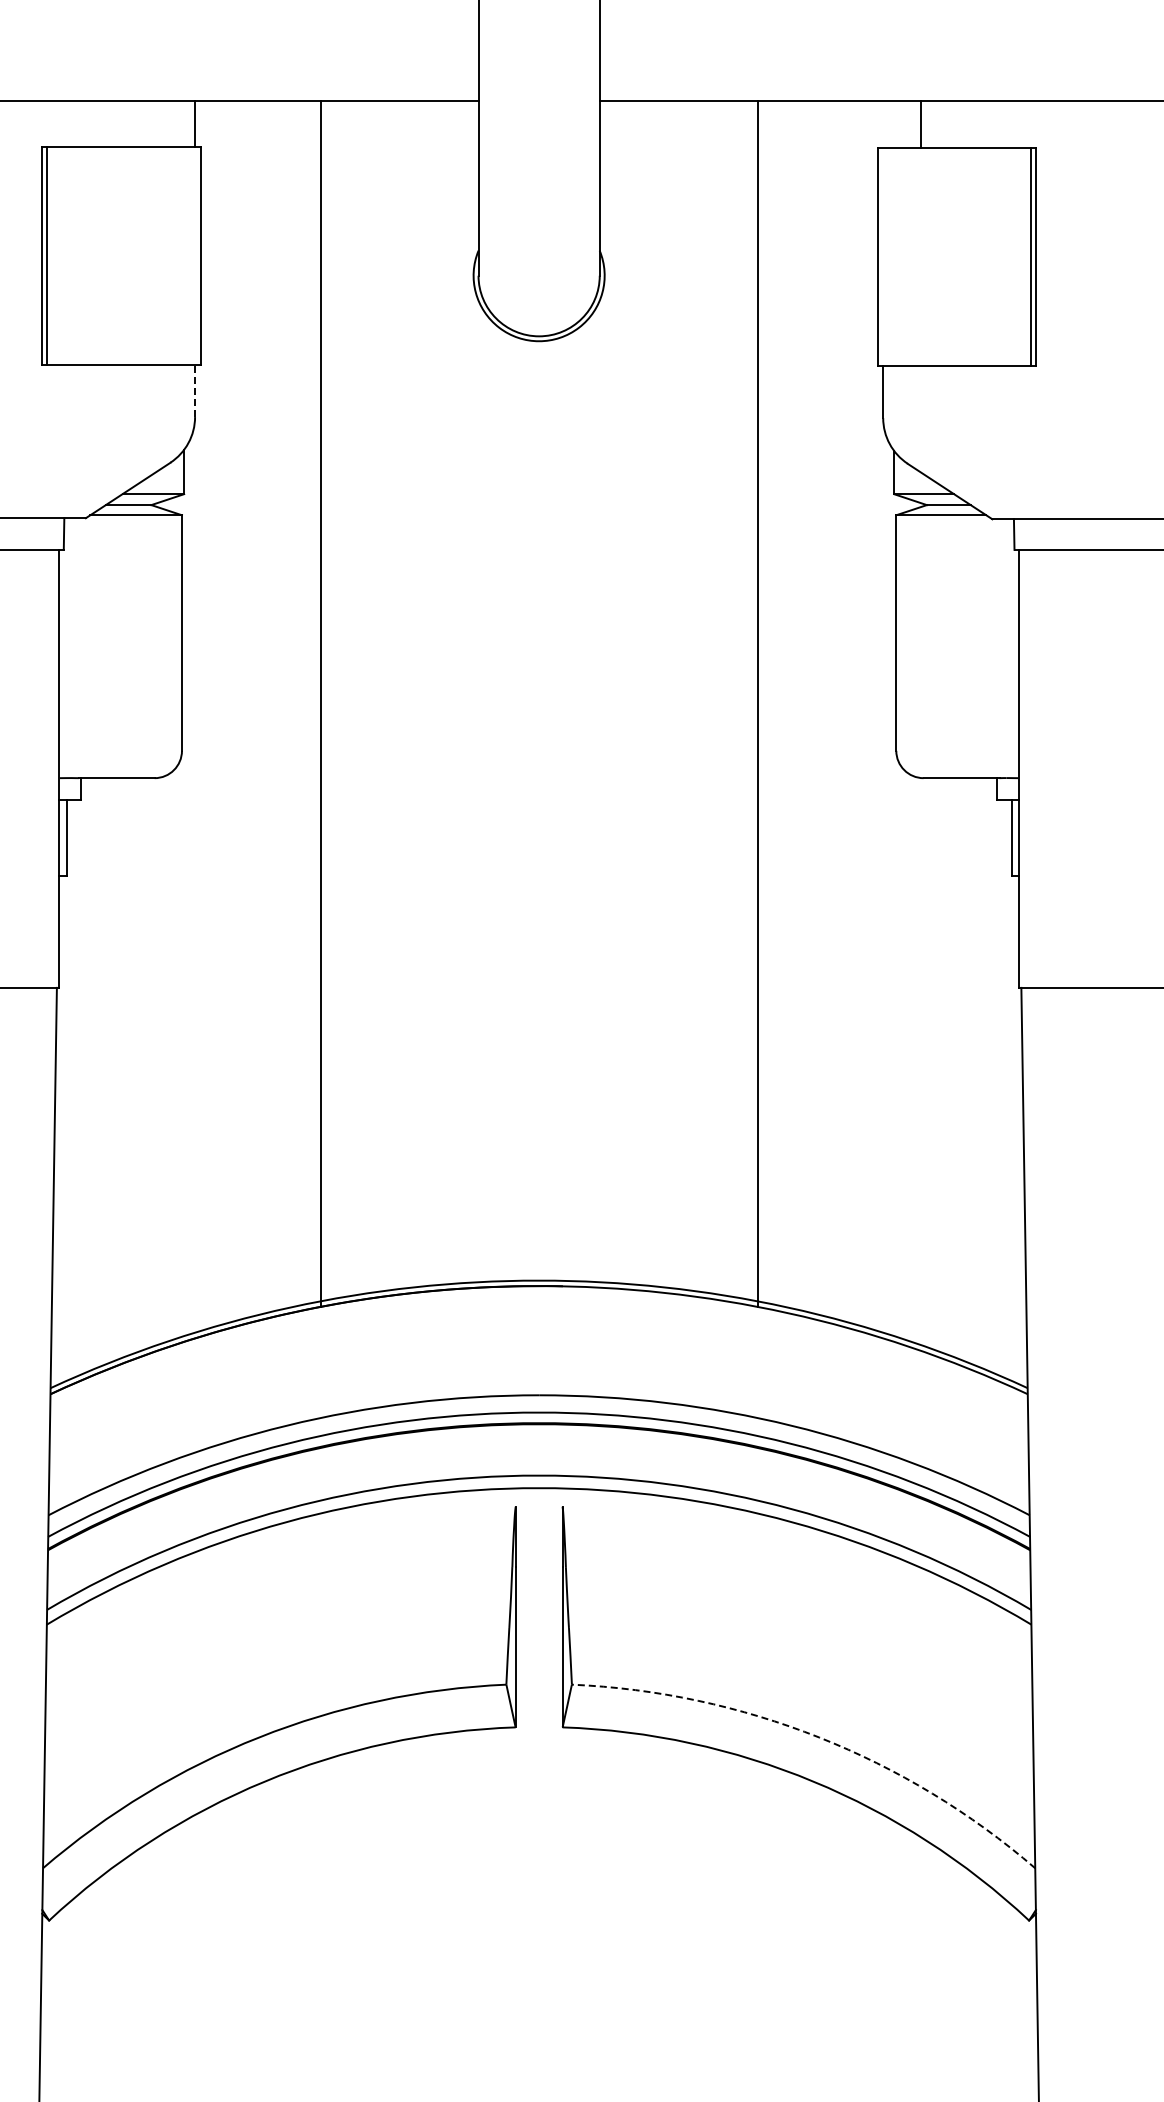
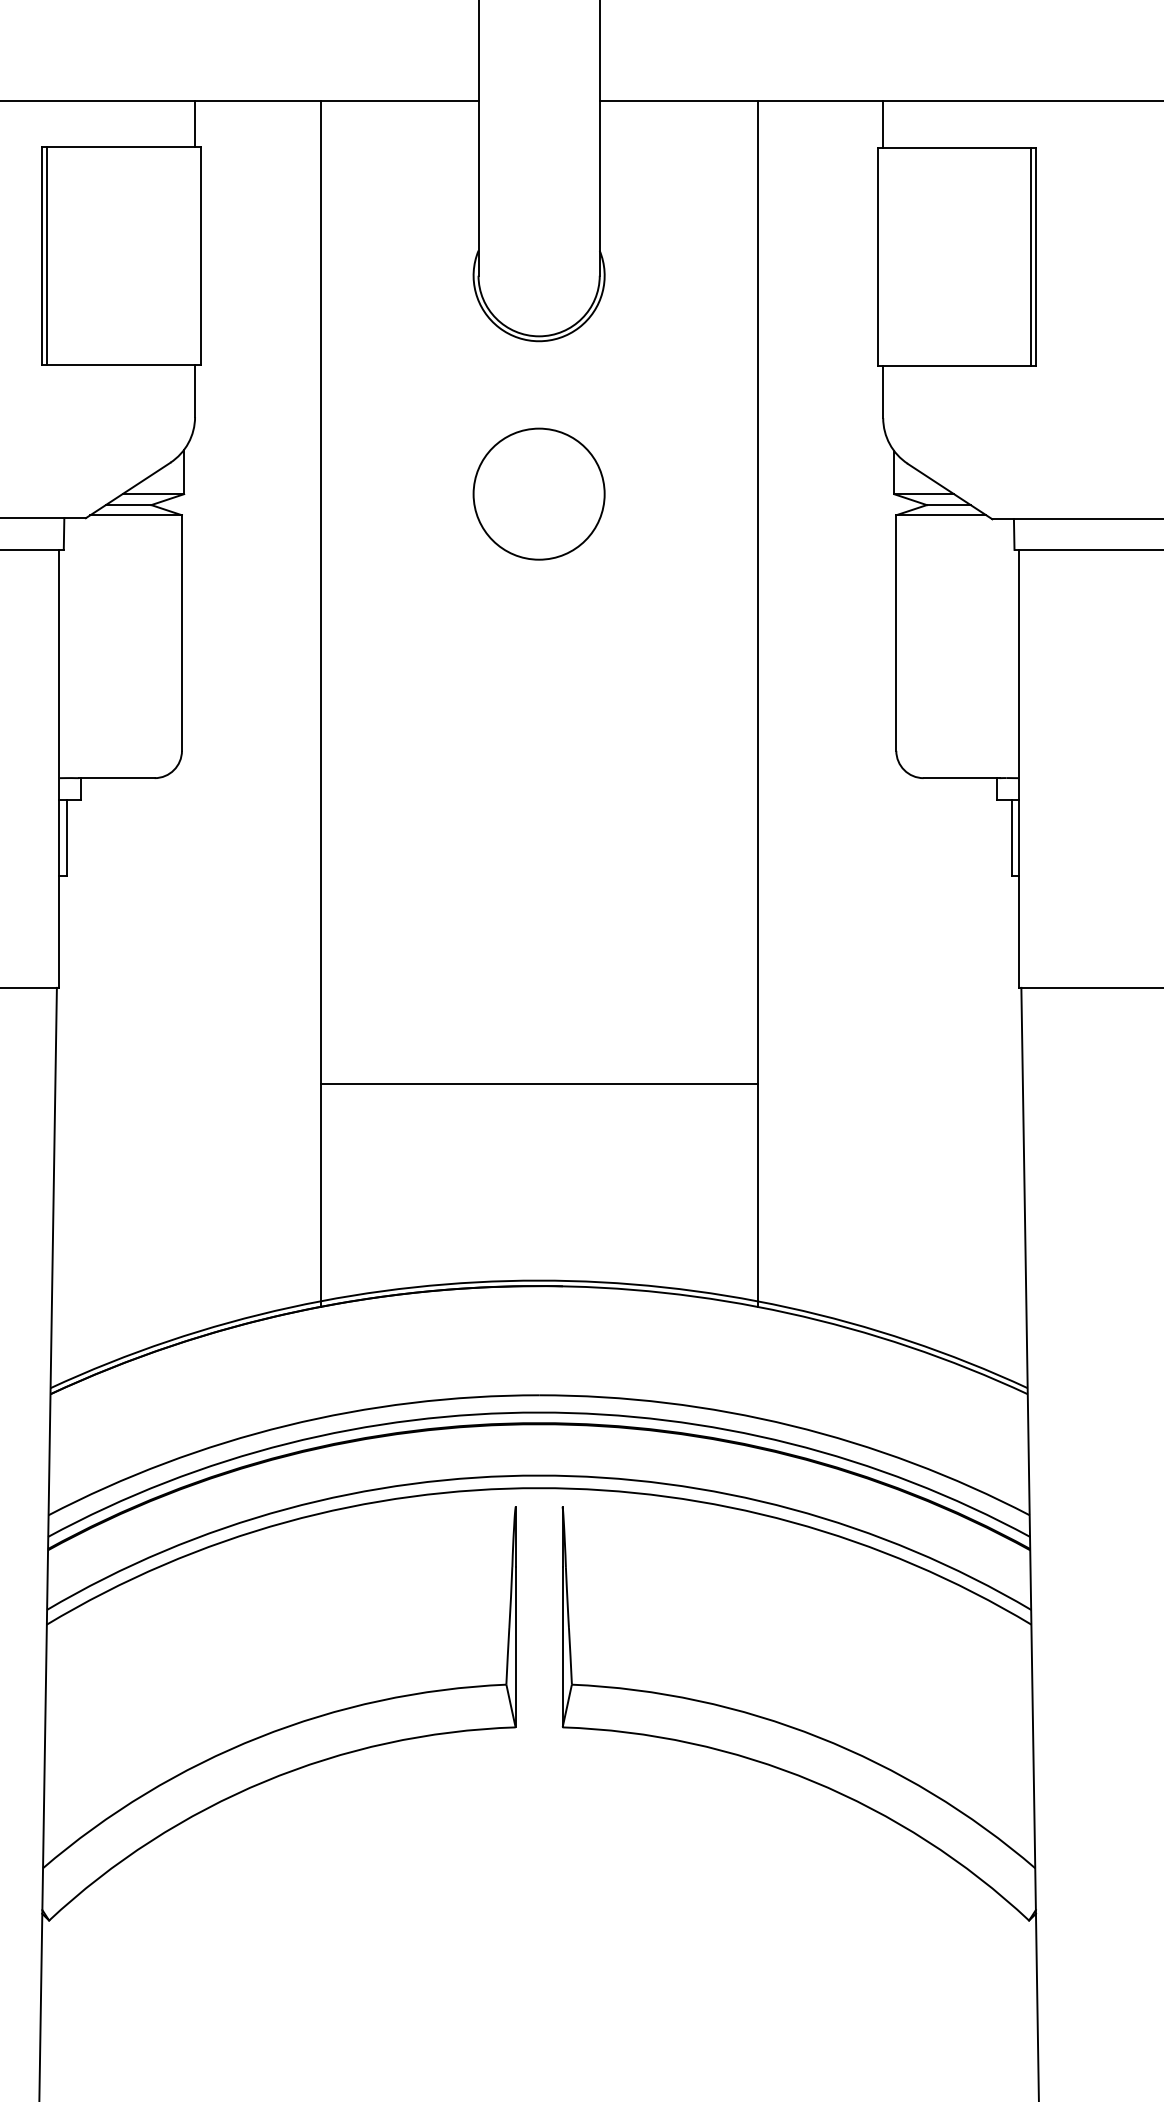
line at (921, 123) position: (921, 123) -> (883, 123)
line at (195, 391): dashed -> solid
circle at (538, 493): none -> present
line at (538, 1084): none -> present
arc at (819, 1737): dashed -> solid
